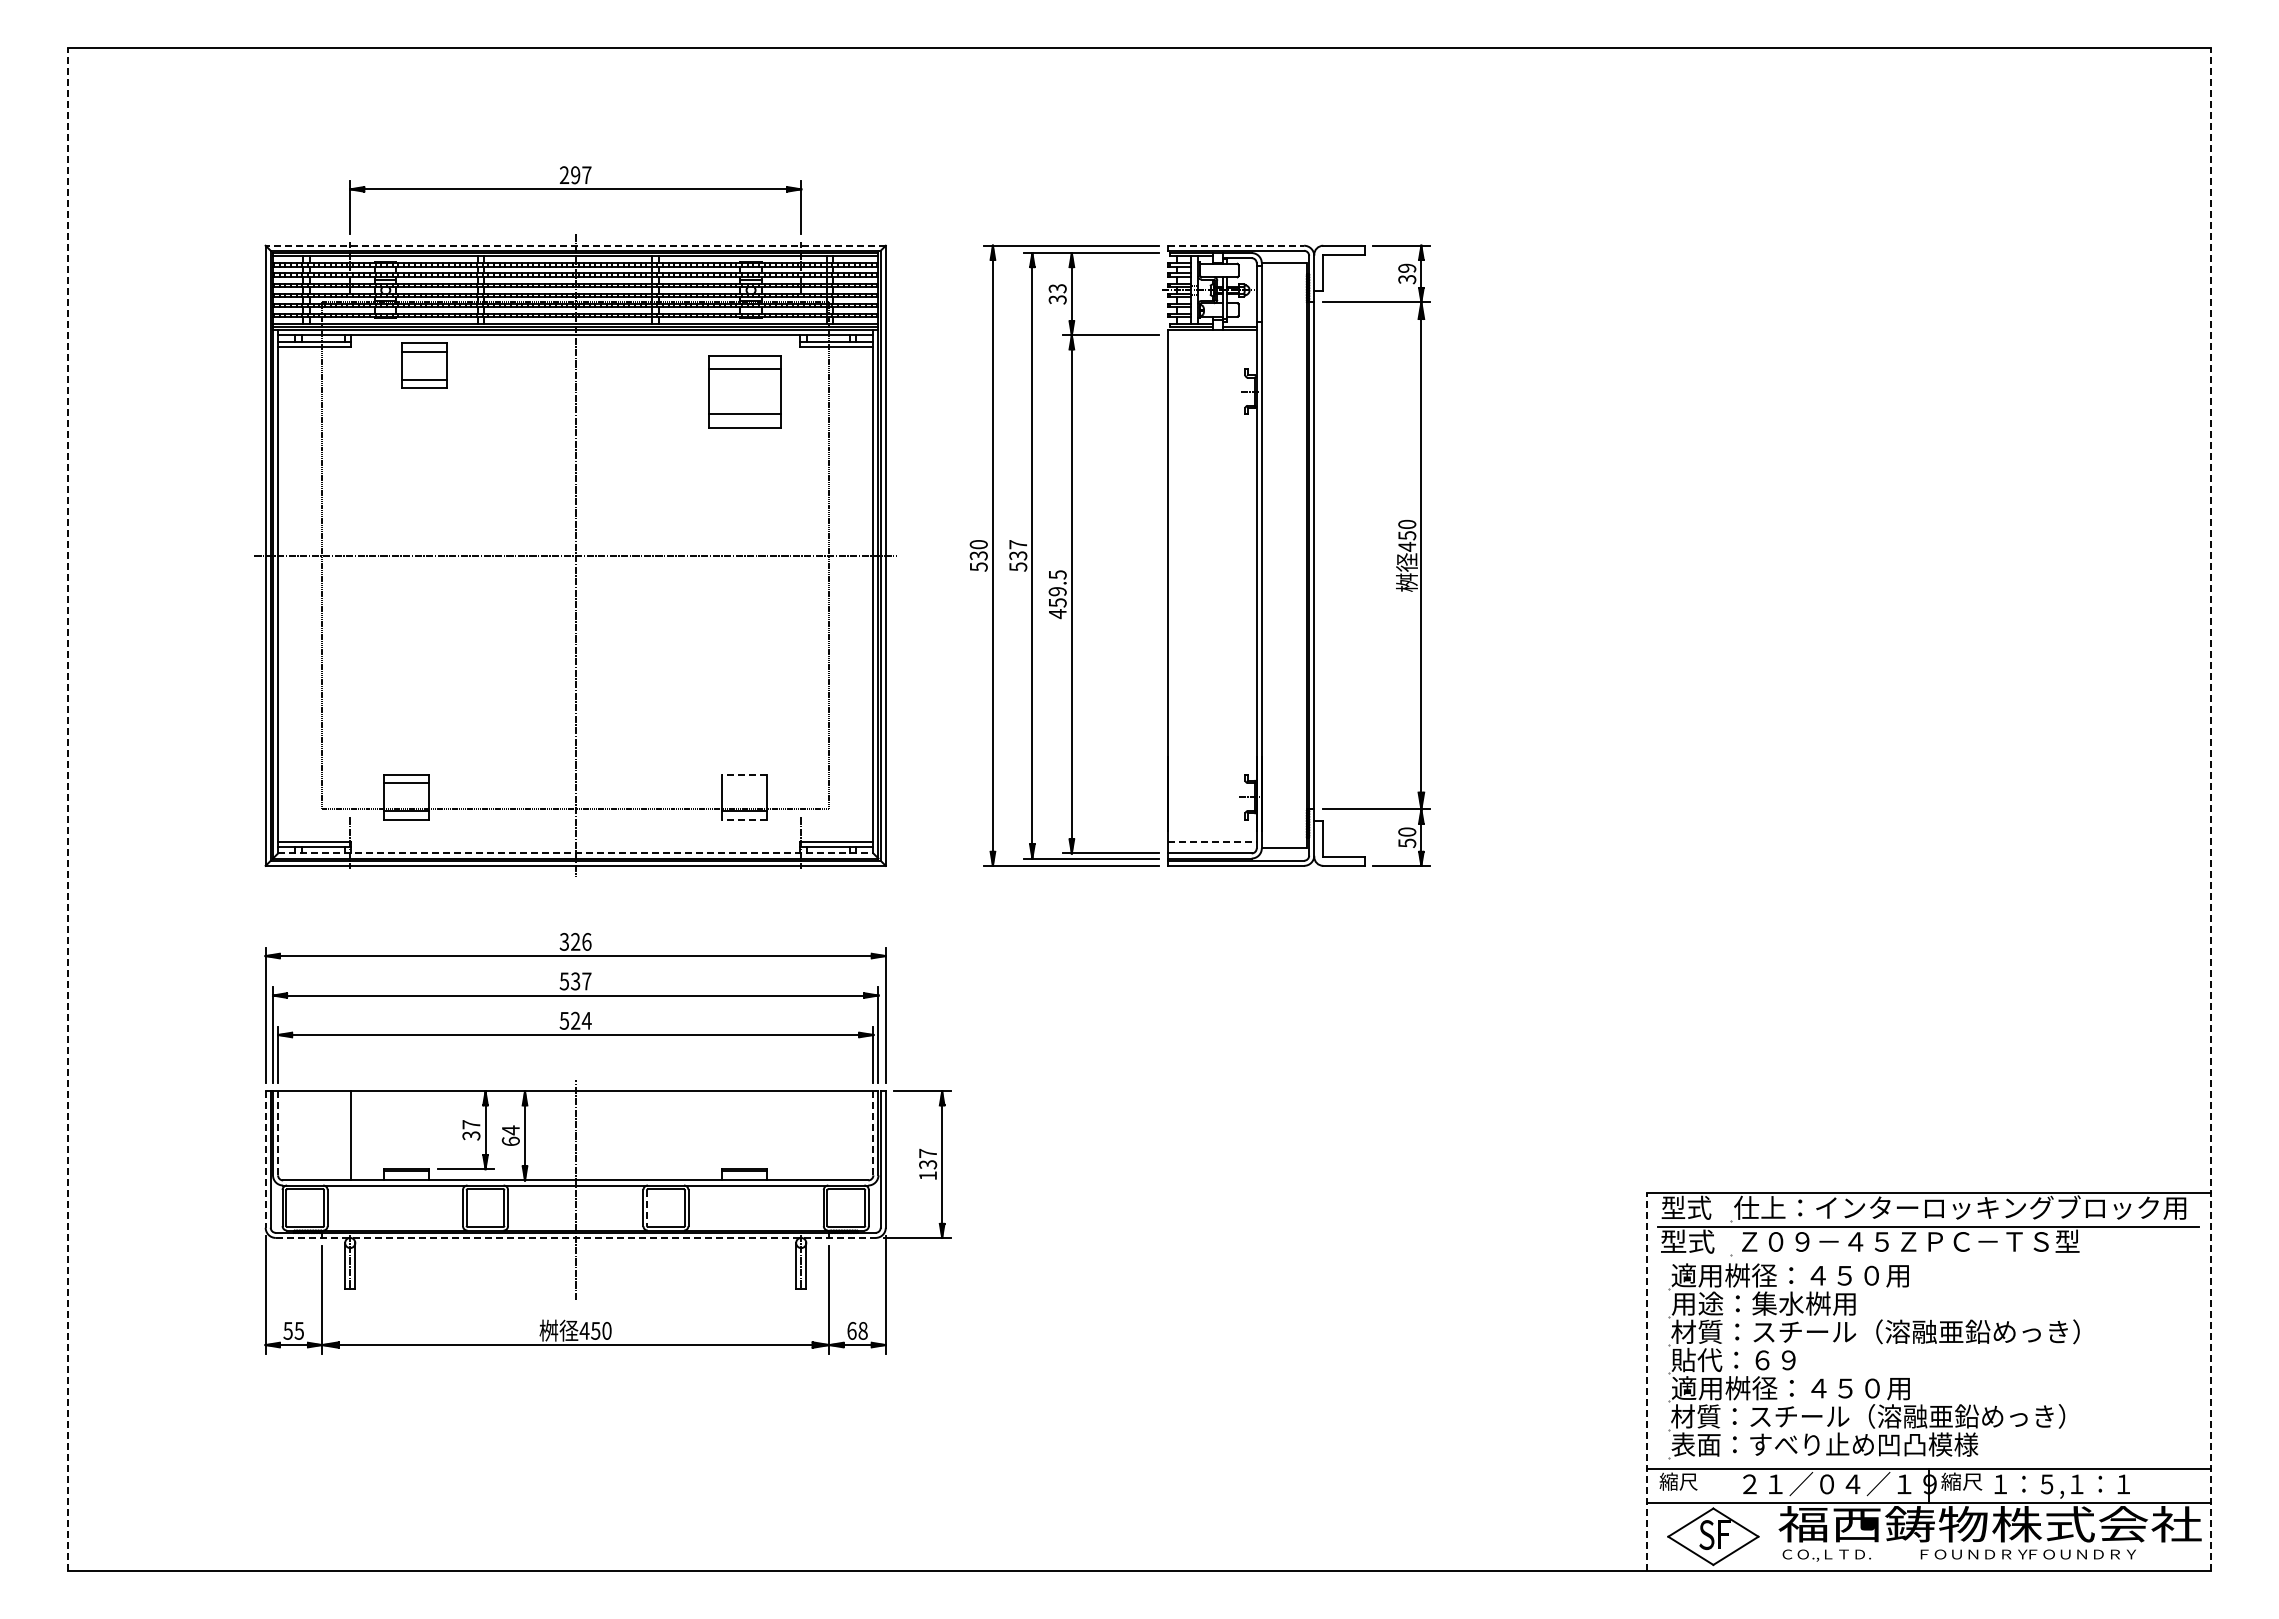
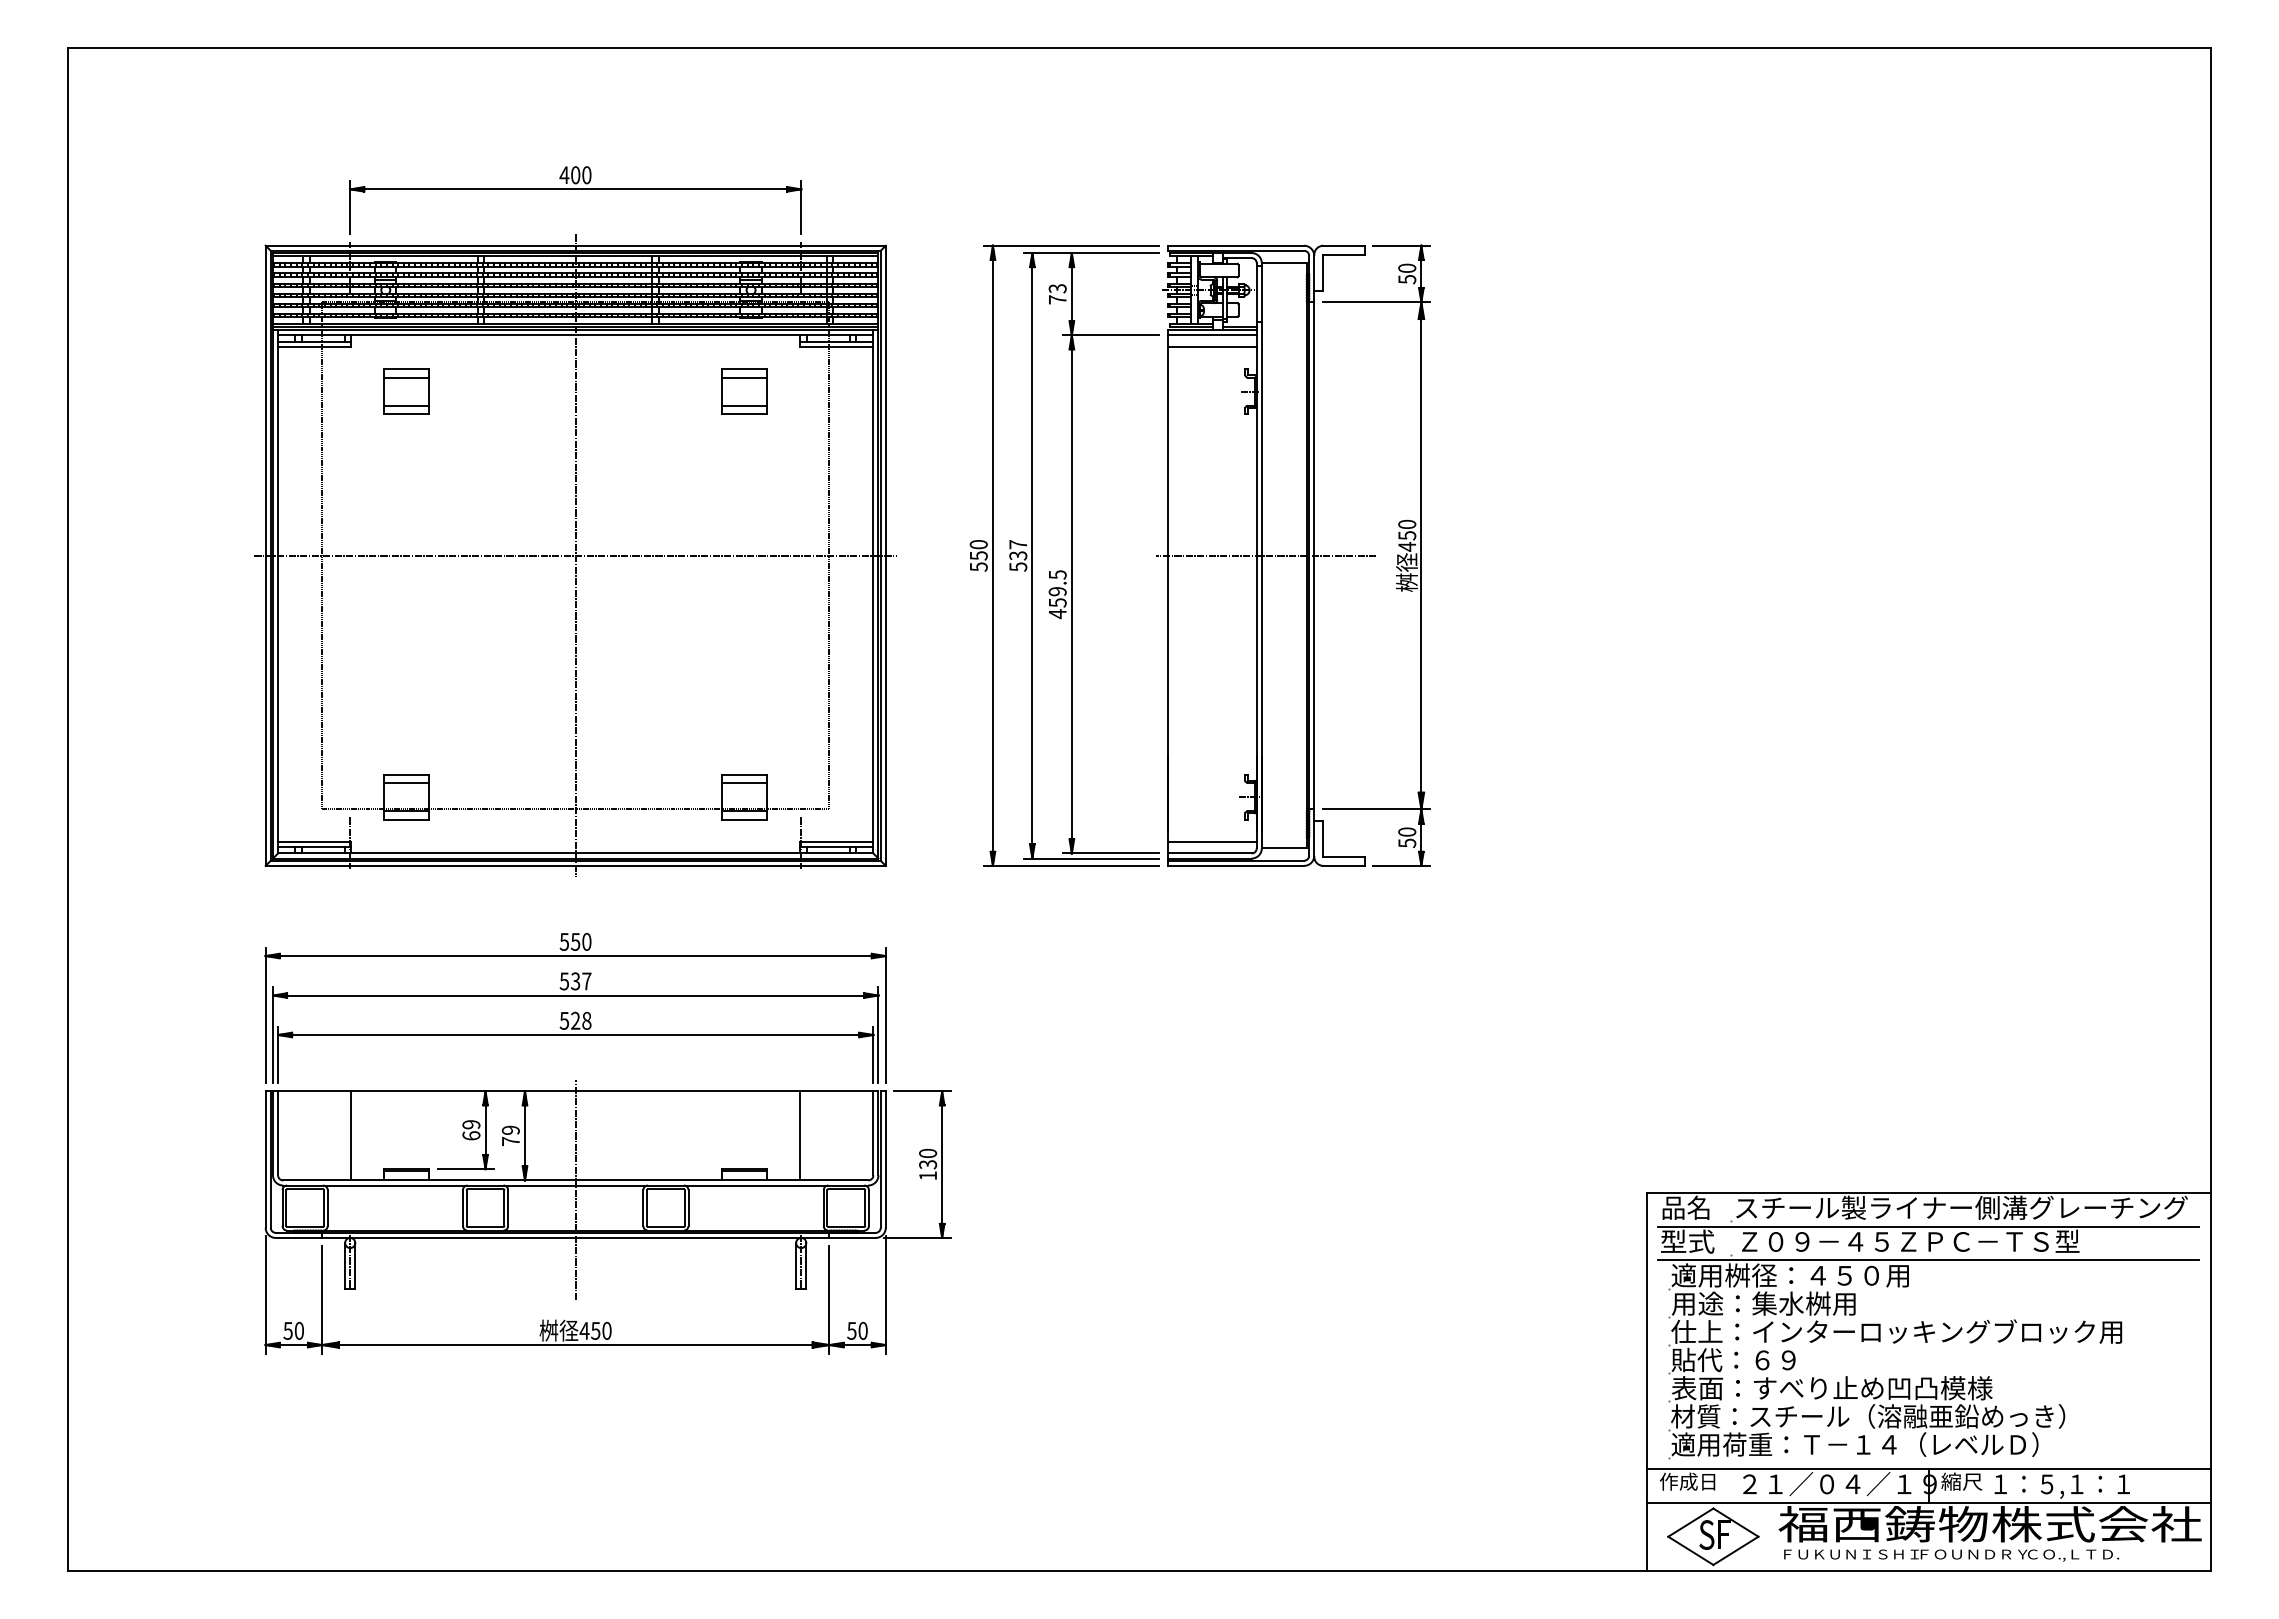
text at (575, 175): 297 -> 400
line at (575, 245): dashed -> solid
line at (1236, 245): dashed -> solid
text at (1407, 273): 39 -> 50
text at (1057, 299): 33 -> 73
line at (1211, 335): none -> present
line at (1211, 347): none -> present
part at (424, 365) position: (424, 365) -> (406, 391)
part at (744, 391) size: 74x74 px -> 47x47 px
text at (978, 555): 530 -> 550
line at (1266, 555): none -> present
line at (744, 774): dashed -> solid
line at (744, 783): none -> present
line at (68, 809): dashed -> solid
line at (2210, 809): dashed -> solid
line at (744, 819): dashed -> solid
line at (1212, 841): dashed -> solid
line at (575, 853): dashed -> solid
text at (575, 941): 326 -> 550
text at (586, 1020): 524 -> 528
text at (471, 1130): 37 -> 69
line at (278, 1133): dashed -> solid
line at (873, 1133): dashed -> solid
text at (510, 1135): 64 -> 79
line at (800, 1135): none -> present
text at (928, 1152): 137 -> 130
line at (265, 1160): dashed -> solid
text at (1686, 1207): 型式 -> 品名
text at (1960, 1207): 仕上：インターロッキングブロック用 -> スチール製ライナー側溝グレーチング
line at (647, 1208): dashed -> solid
line at (575, 1237): dashed -> solid
line at (1928, 1260): none -> present
text at (298, 1330): 55 -> 50
text at (857, 1330): 68 -> 50
text at (1896, 1331): 材質：スチール（溶融亜鉛めっき） -> 仕上：インターロッキングブロック用
line at (1646, 1381): dashed -> solid
text at (1831, 1388): 適用桝径：４５０用 -> 表面：すべり止め凹凸模様
text at (1854, 1444): 表面：すべり止め凹凸模様 -> 適用荷重：Ｔ－１４（レベルＤ）
text at (1687, 1481): 縮尺 -> 作成日
text at (1850, 1555): ＣＯ.,ＬＴＤ. -> ＦＵＫＵＮＩＳＨＩ
text at (2081, 1555): ＦＯＵＮＤＲＹ -> ＣＯ.,ＬＴＤ.
